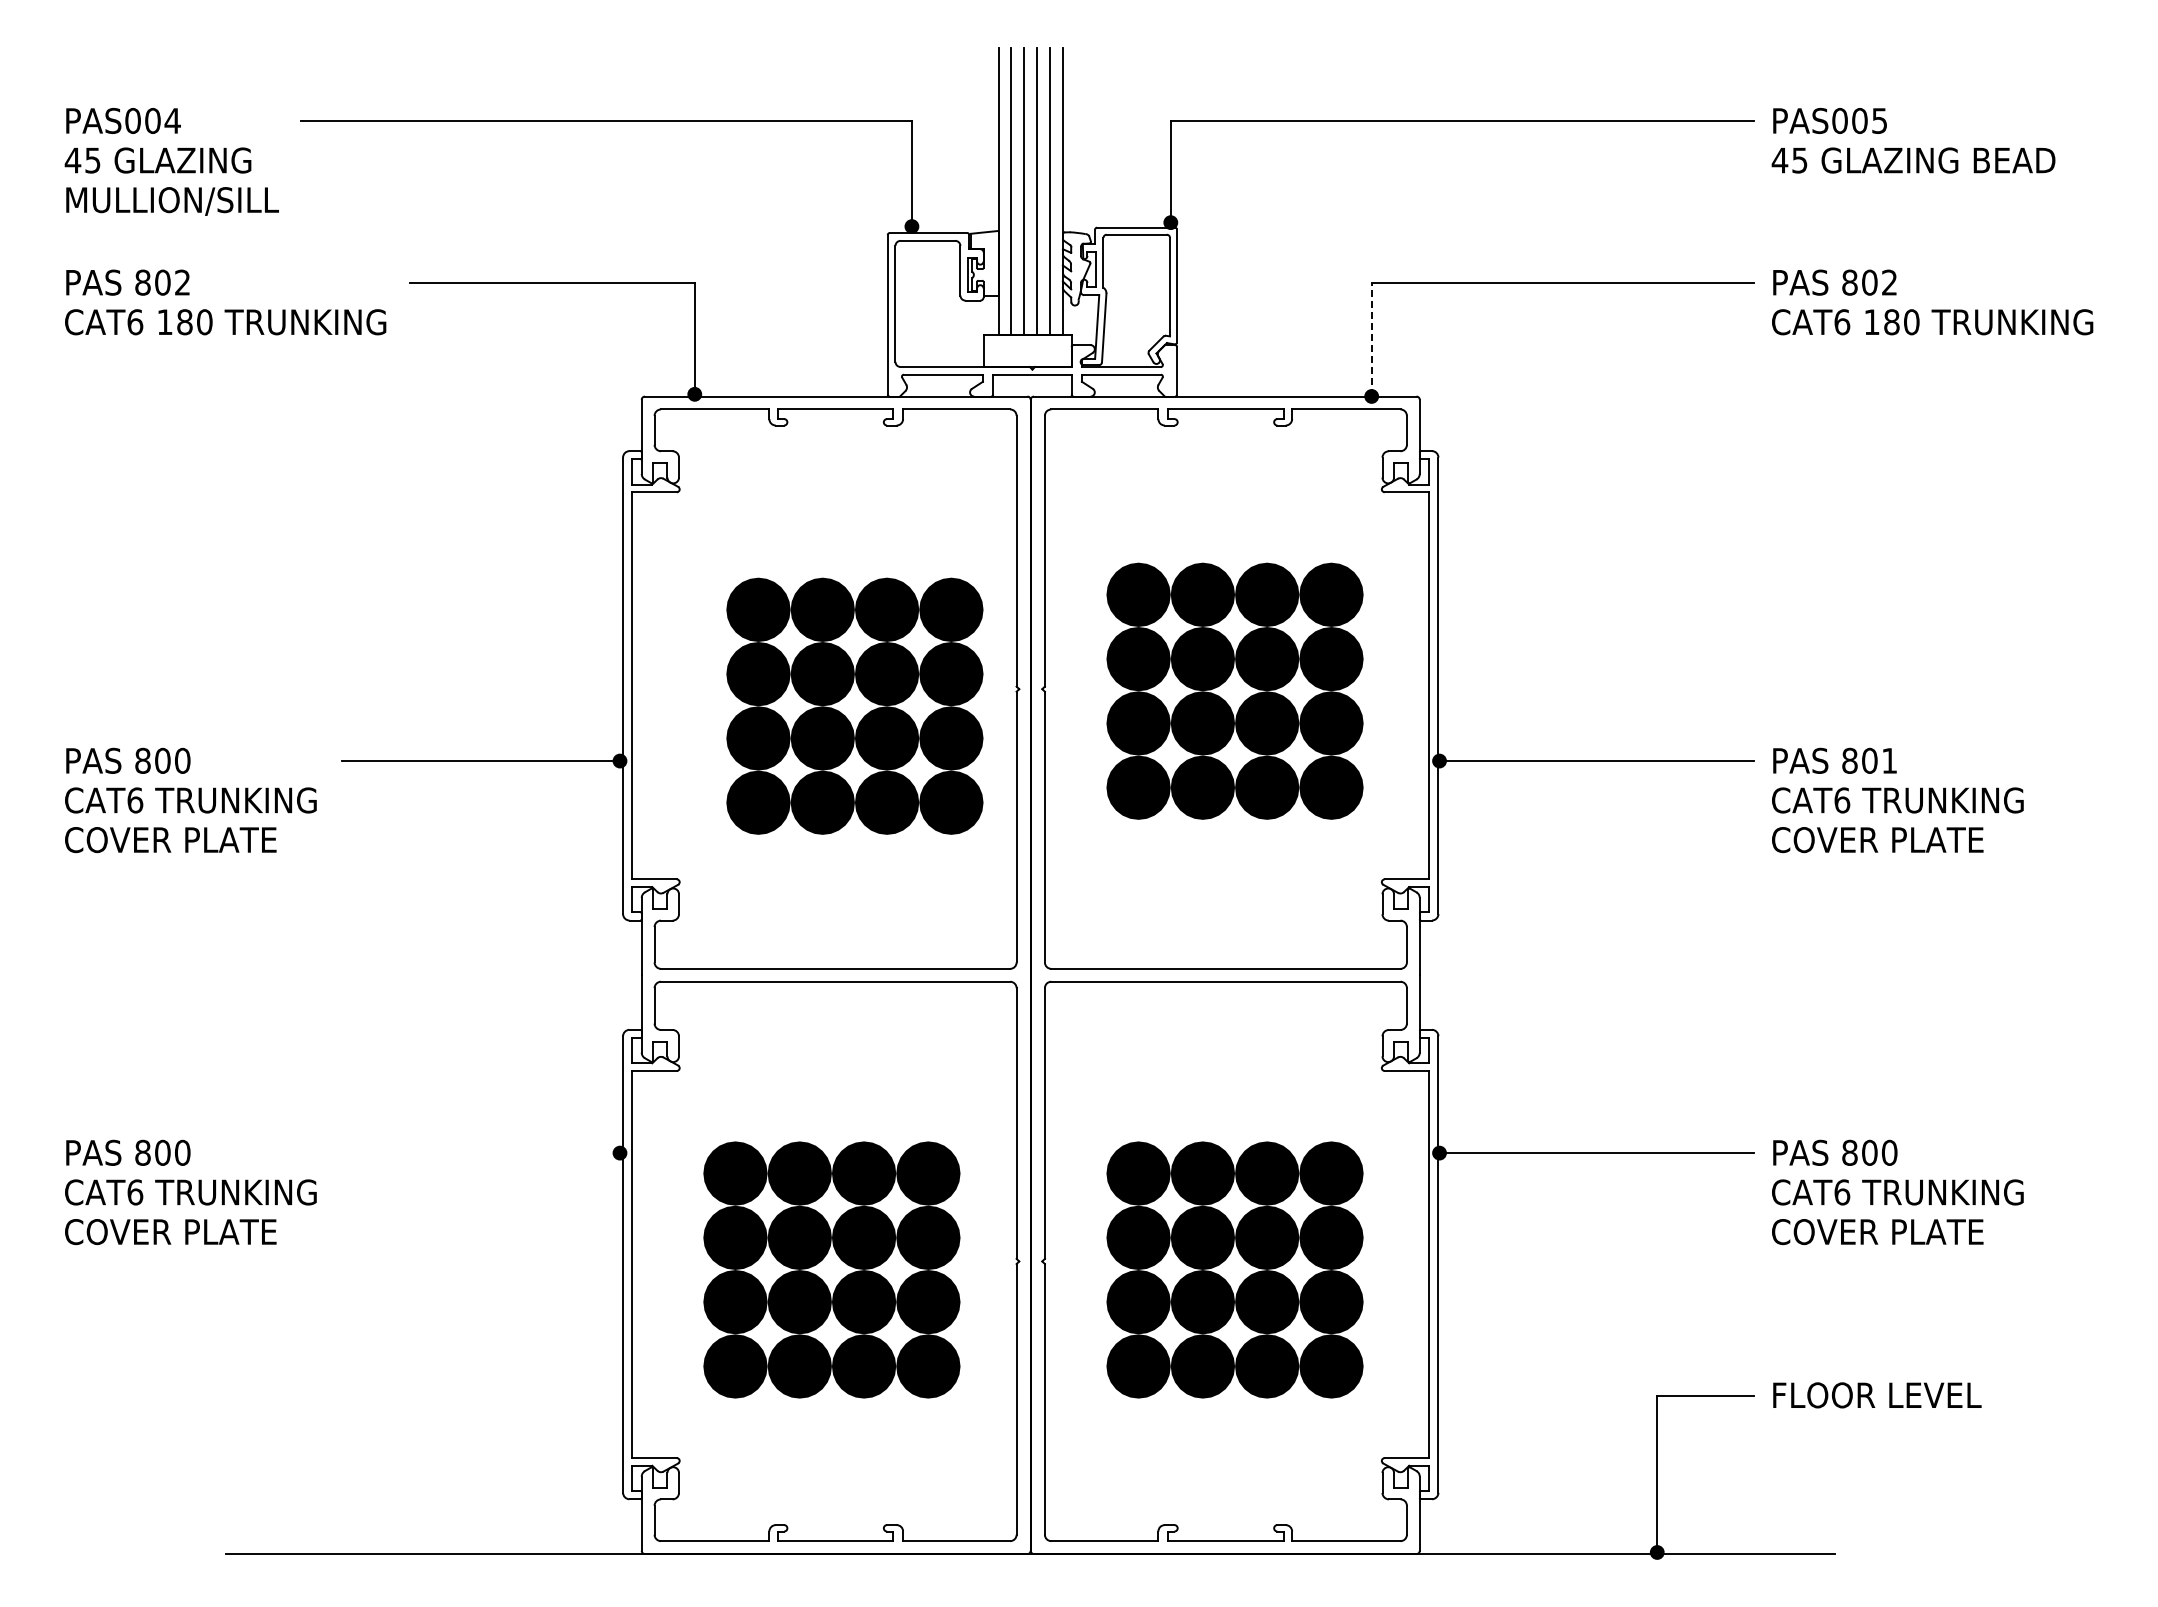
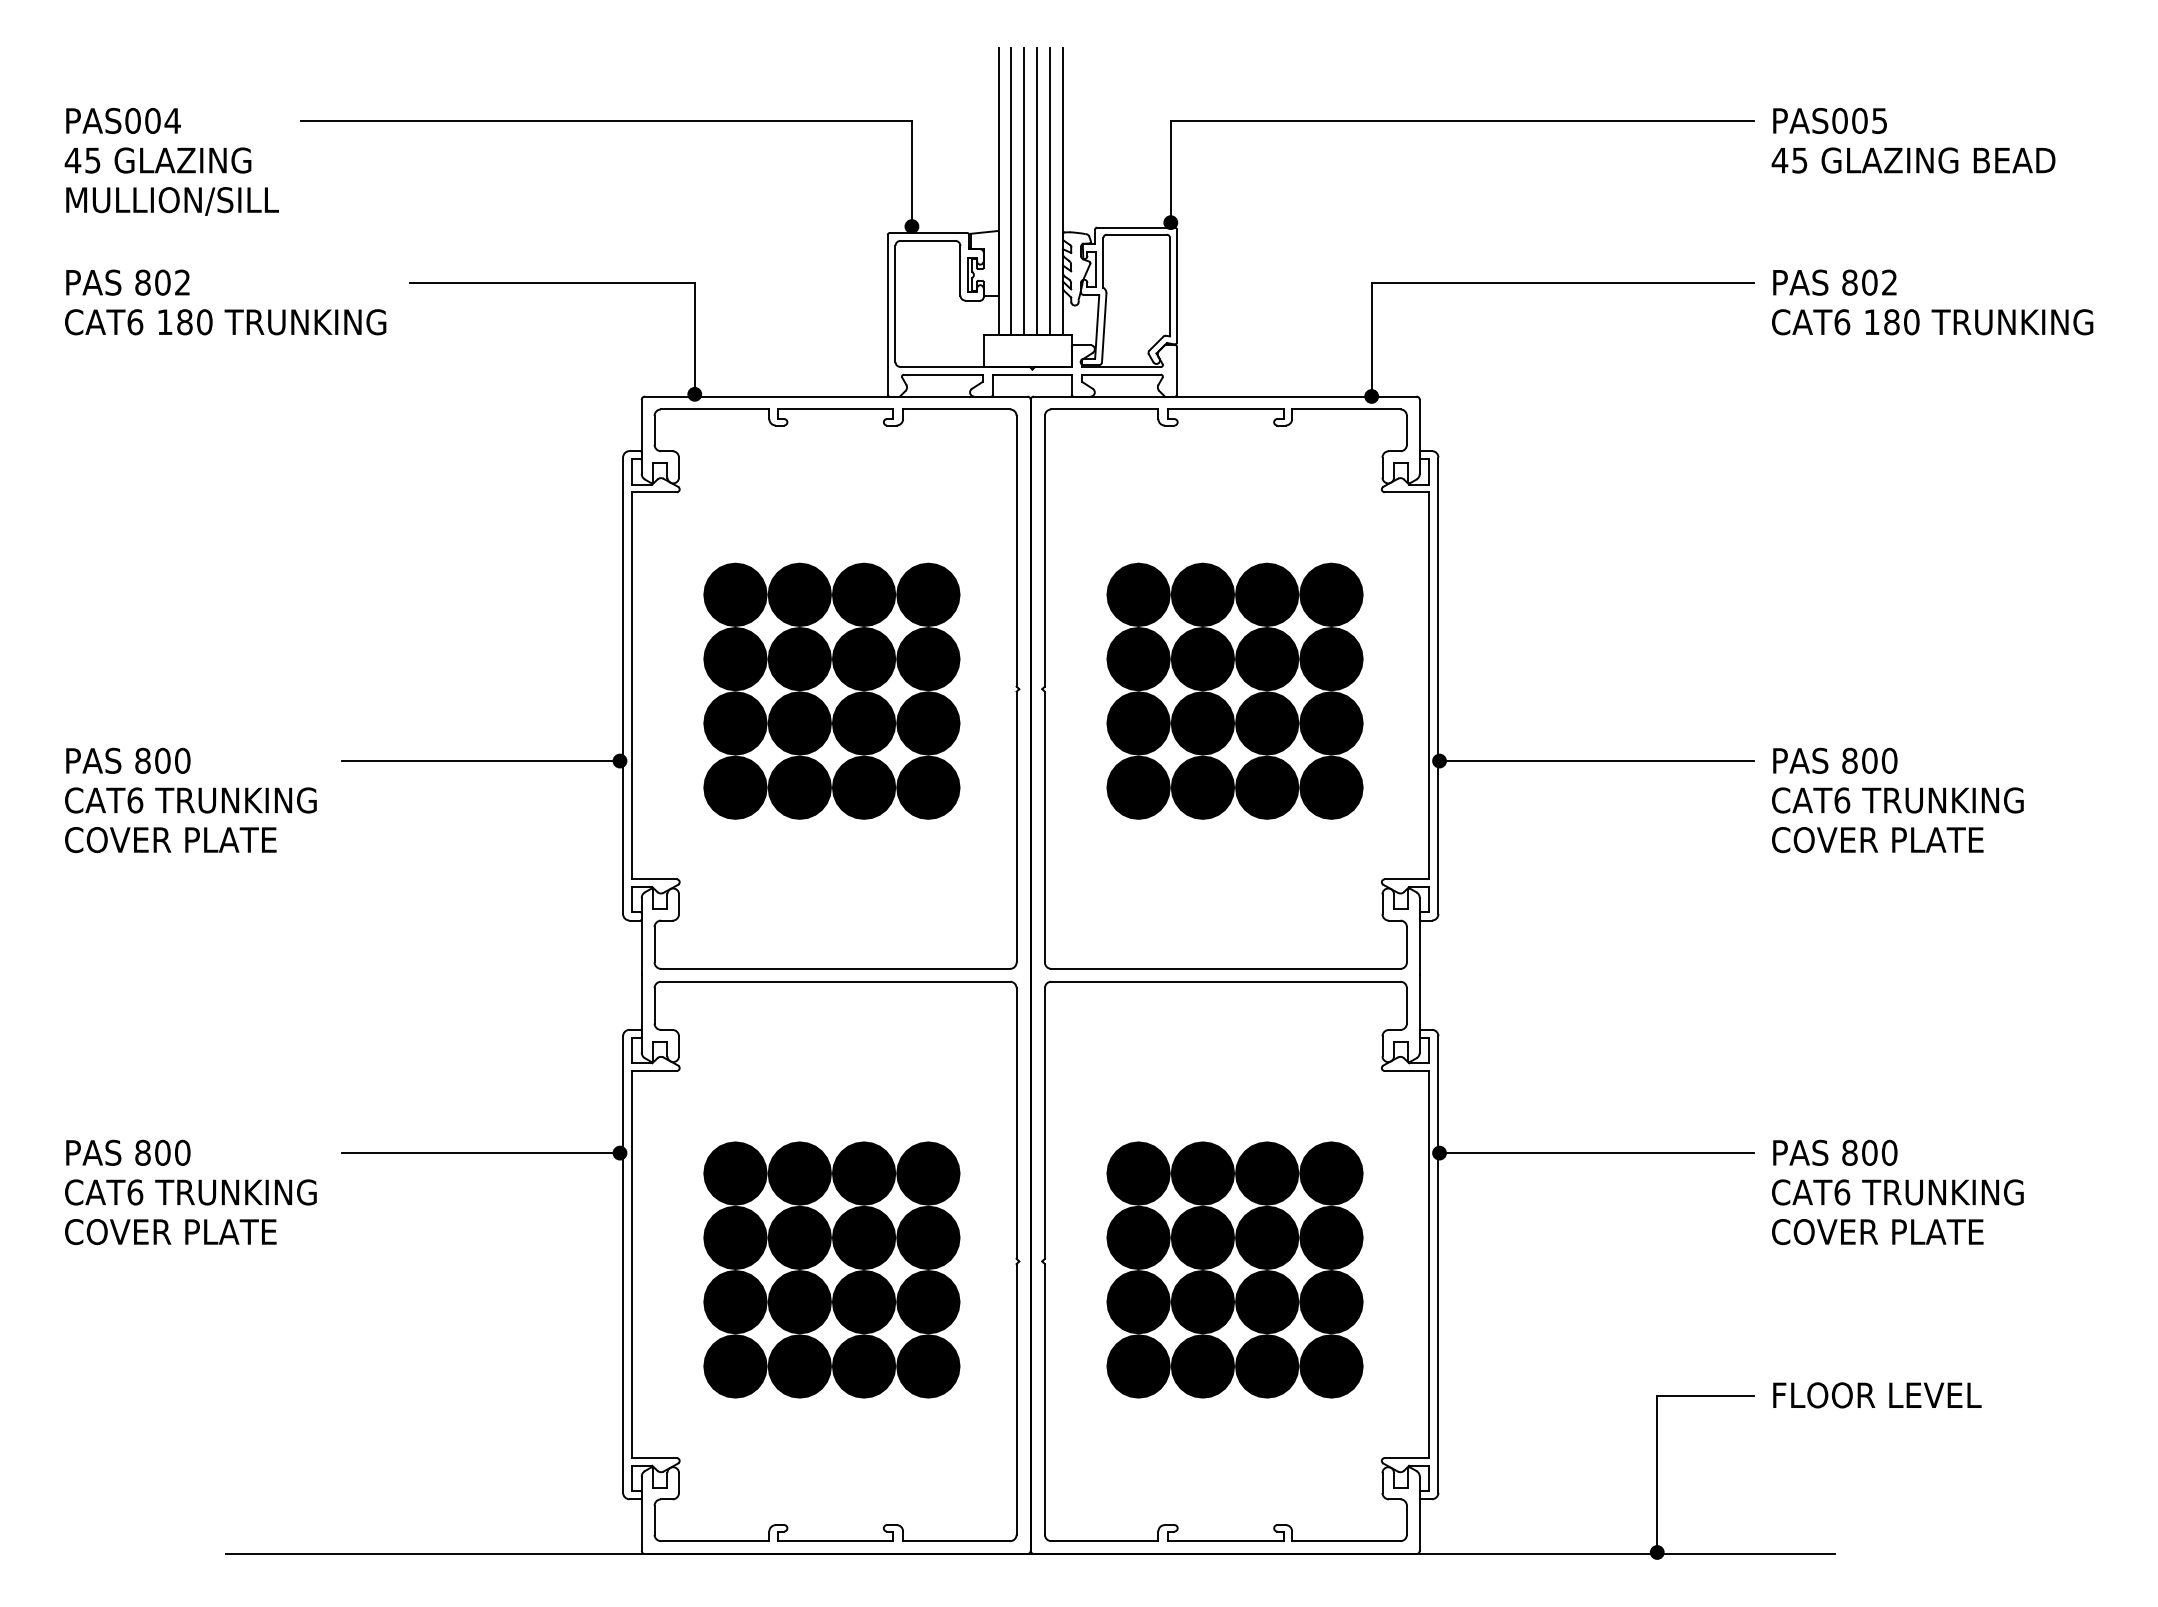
line at (1371, 339): dashed -> solid
part at (854, 705) position: (854, 705) -> (831, 690)
text at (1889, 760): 801 -> 800
line at (481, 1153): none -> present
